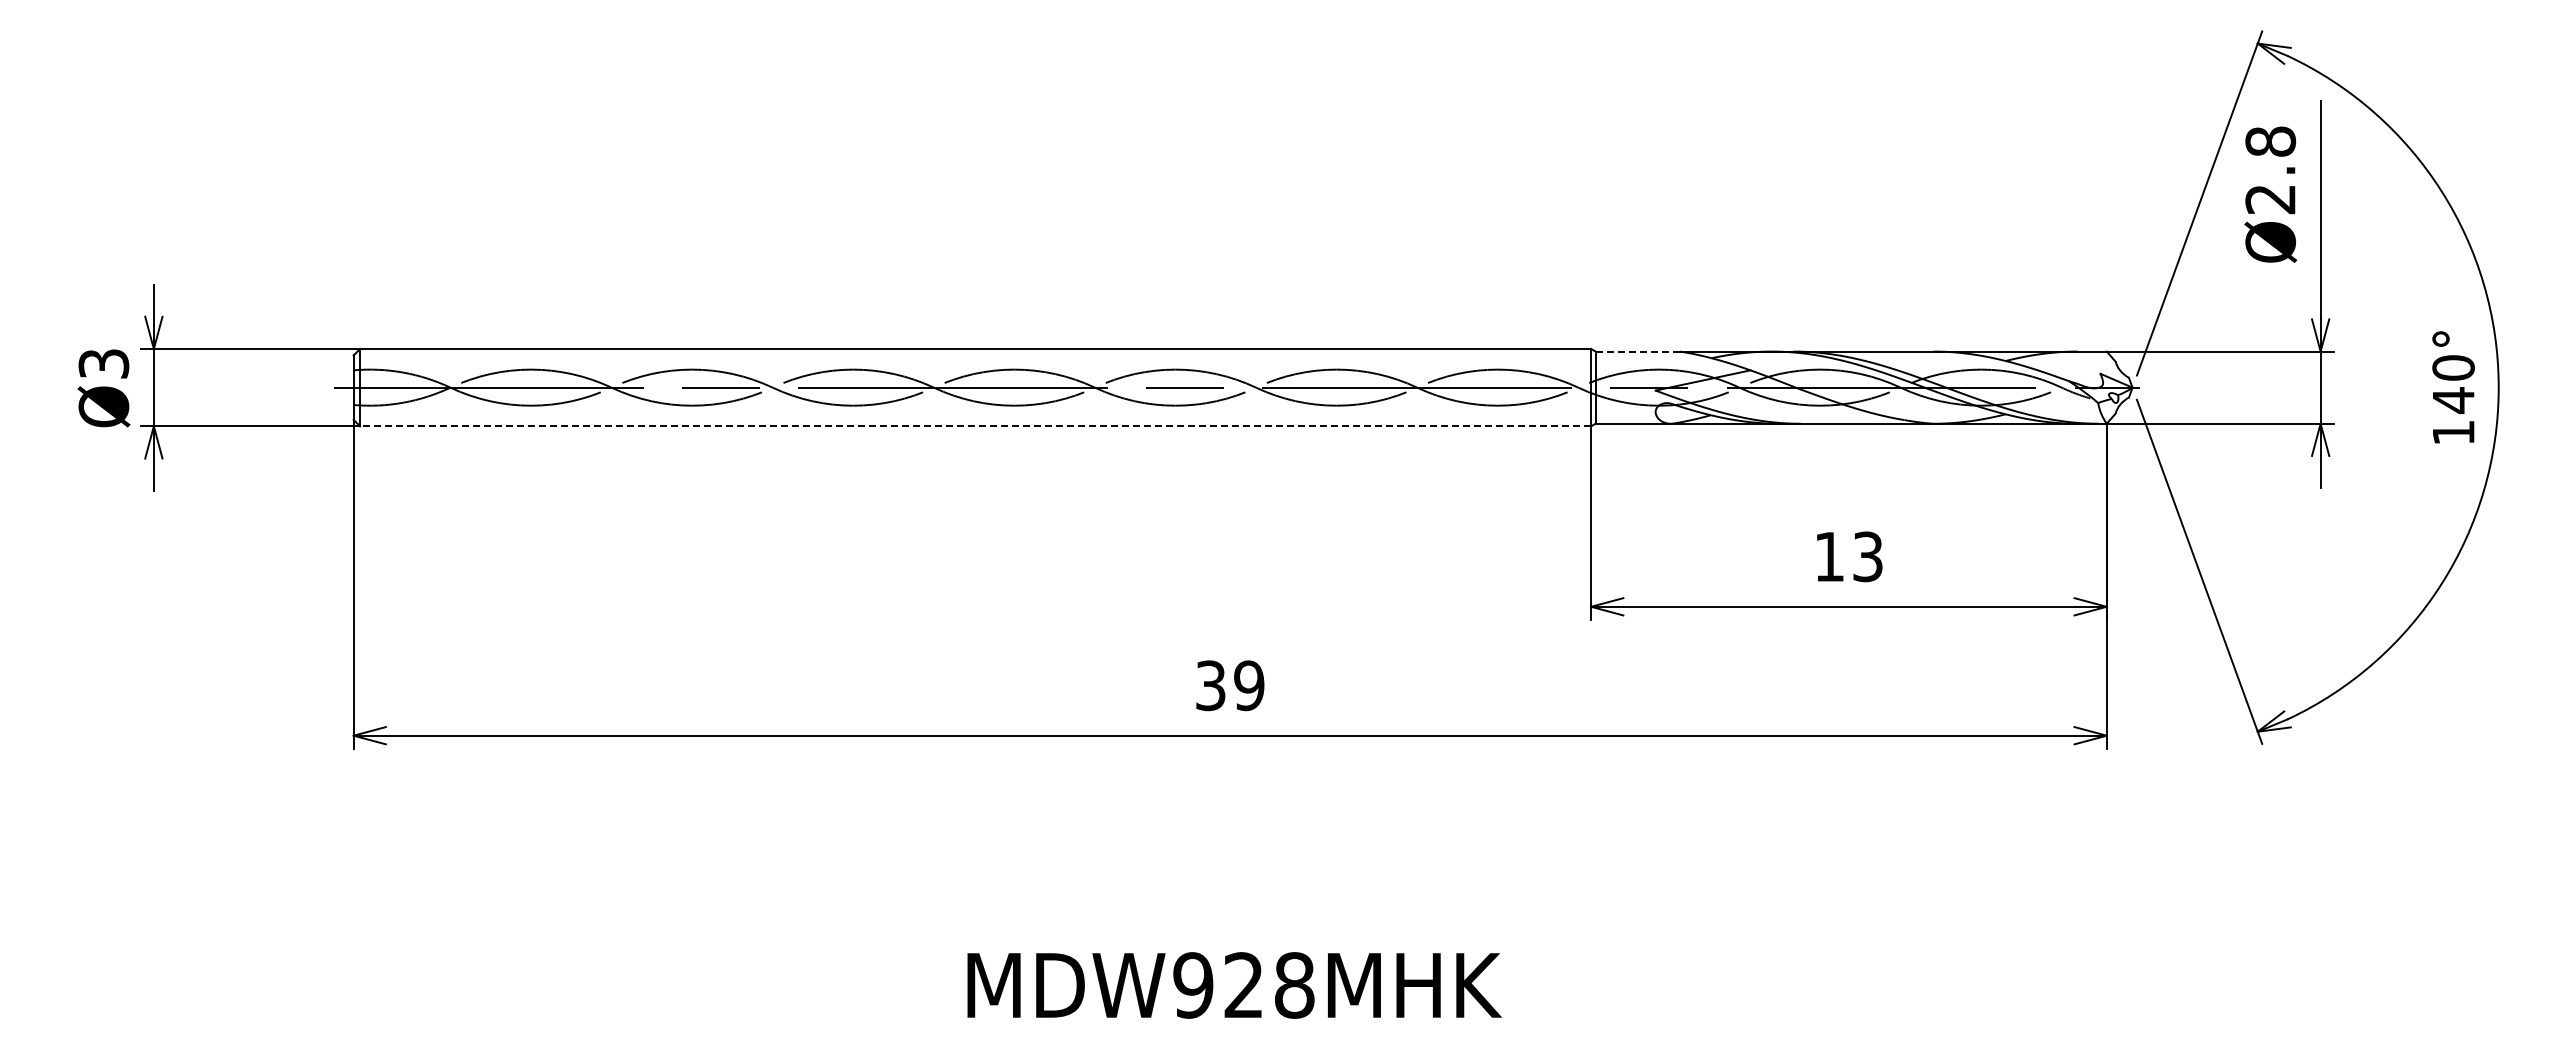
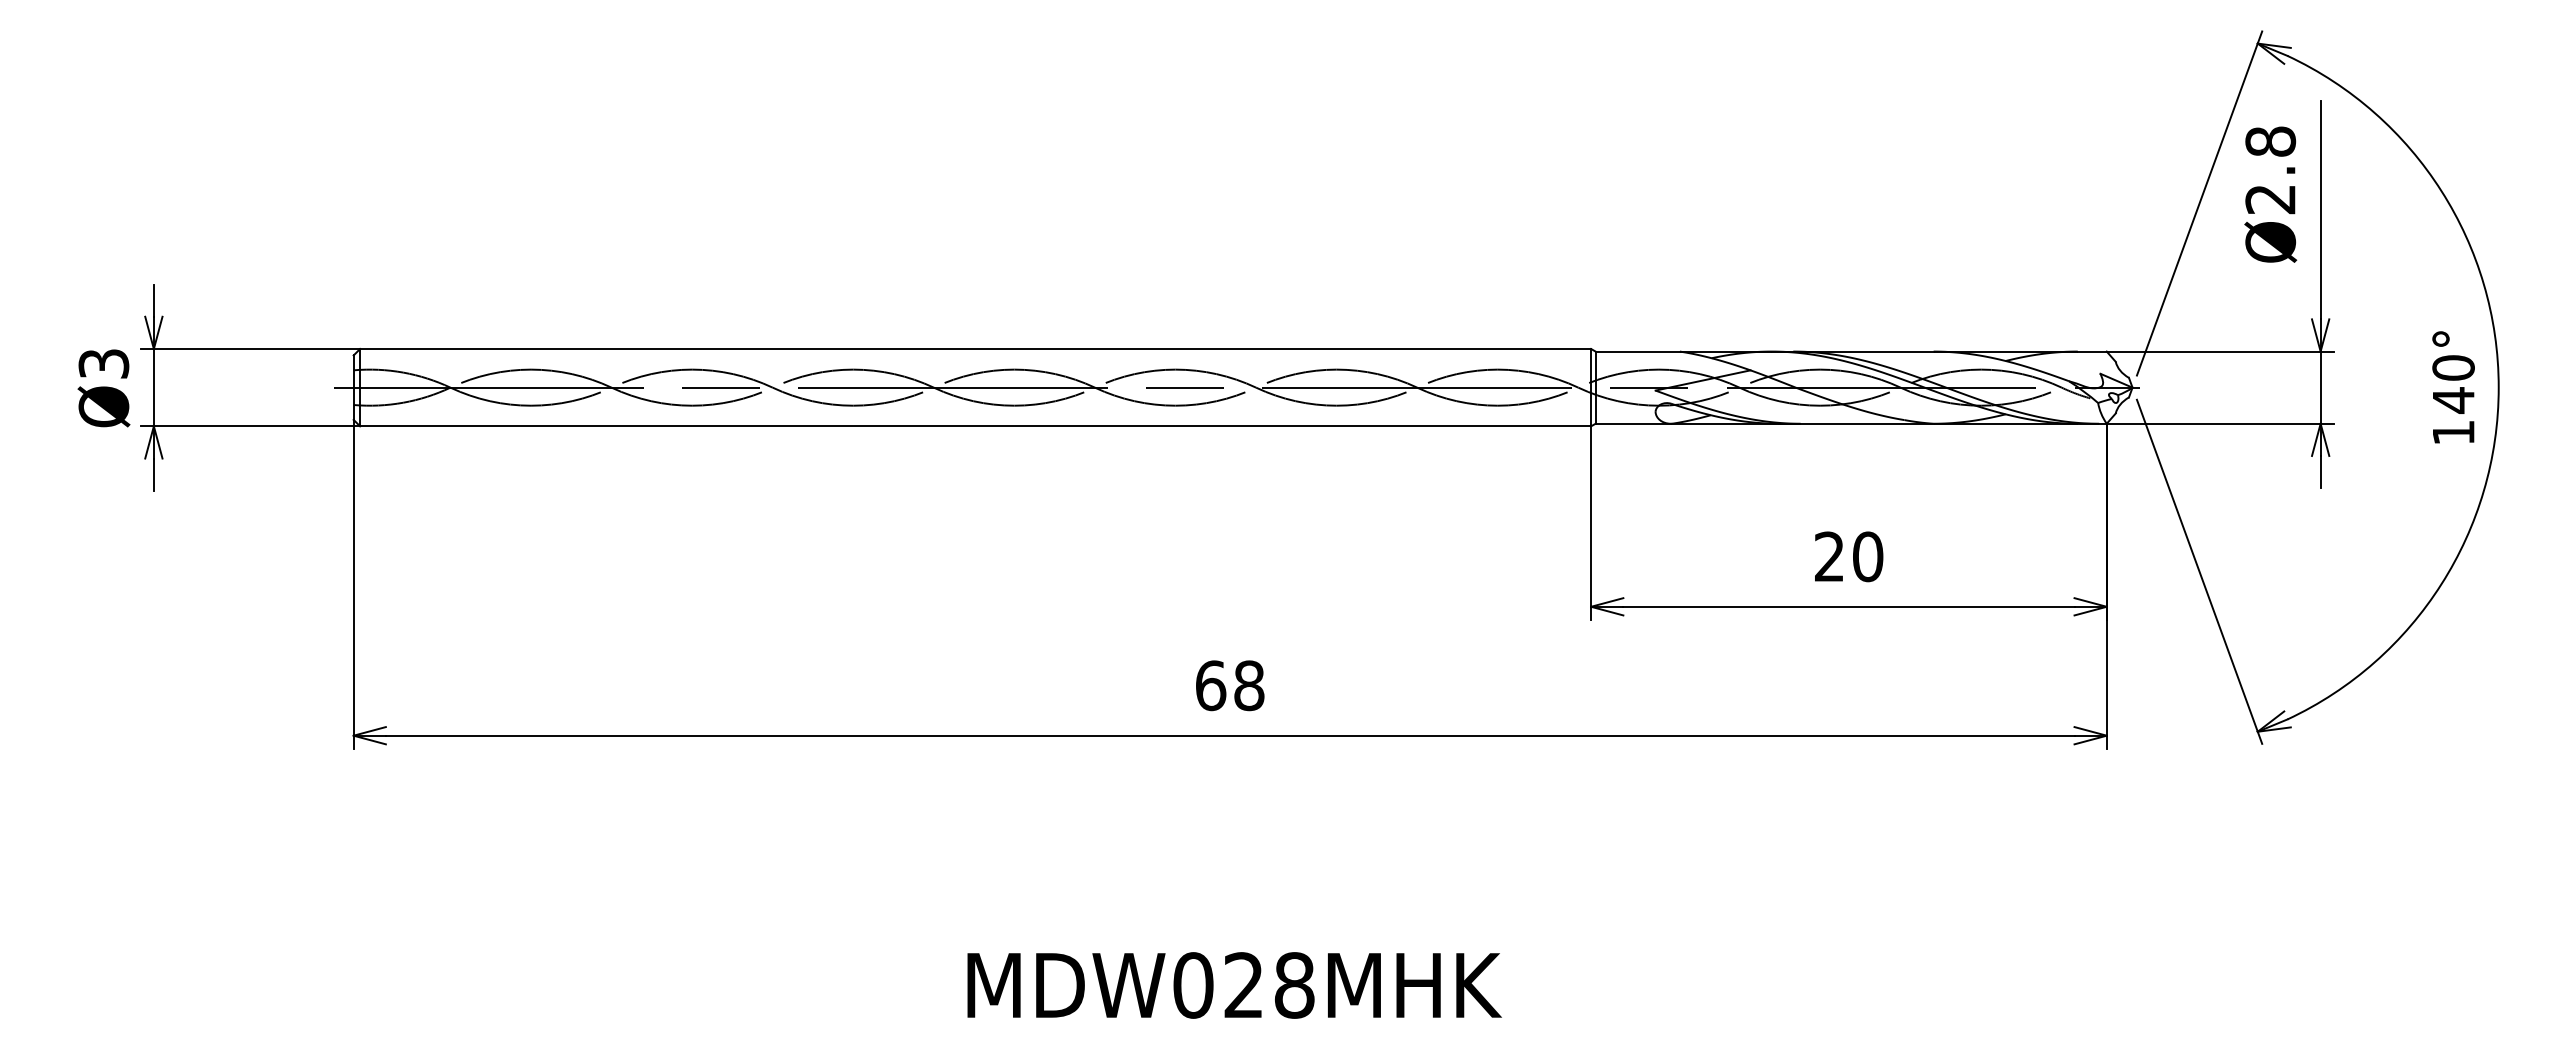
line at (1638, 351): dashed -> solid
line at (975, 426): dashed -> solid
text at (1849, 556): 13 -> 20
text at (1230, 685): 39 -> 68
text at (1193, 985): MDW928MHK -> MDW028MHK
